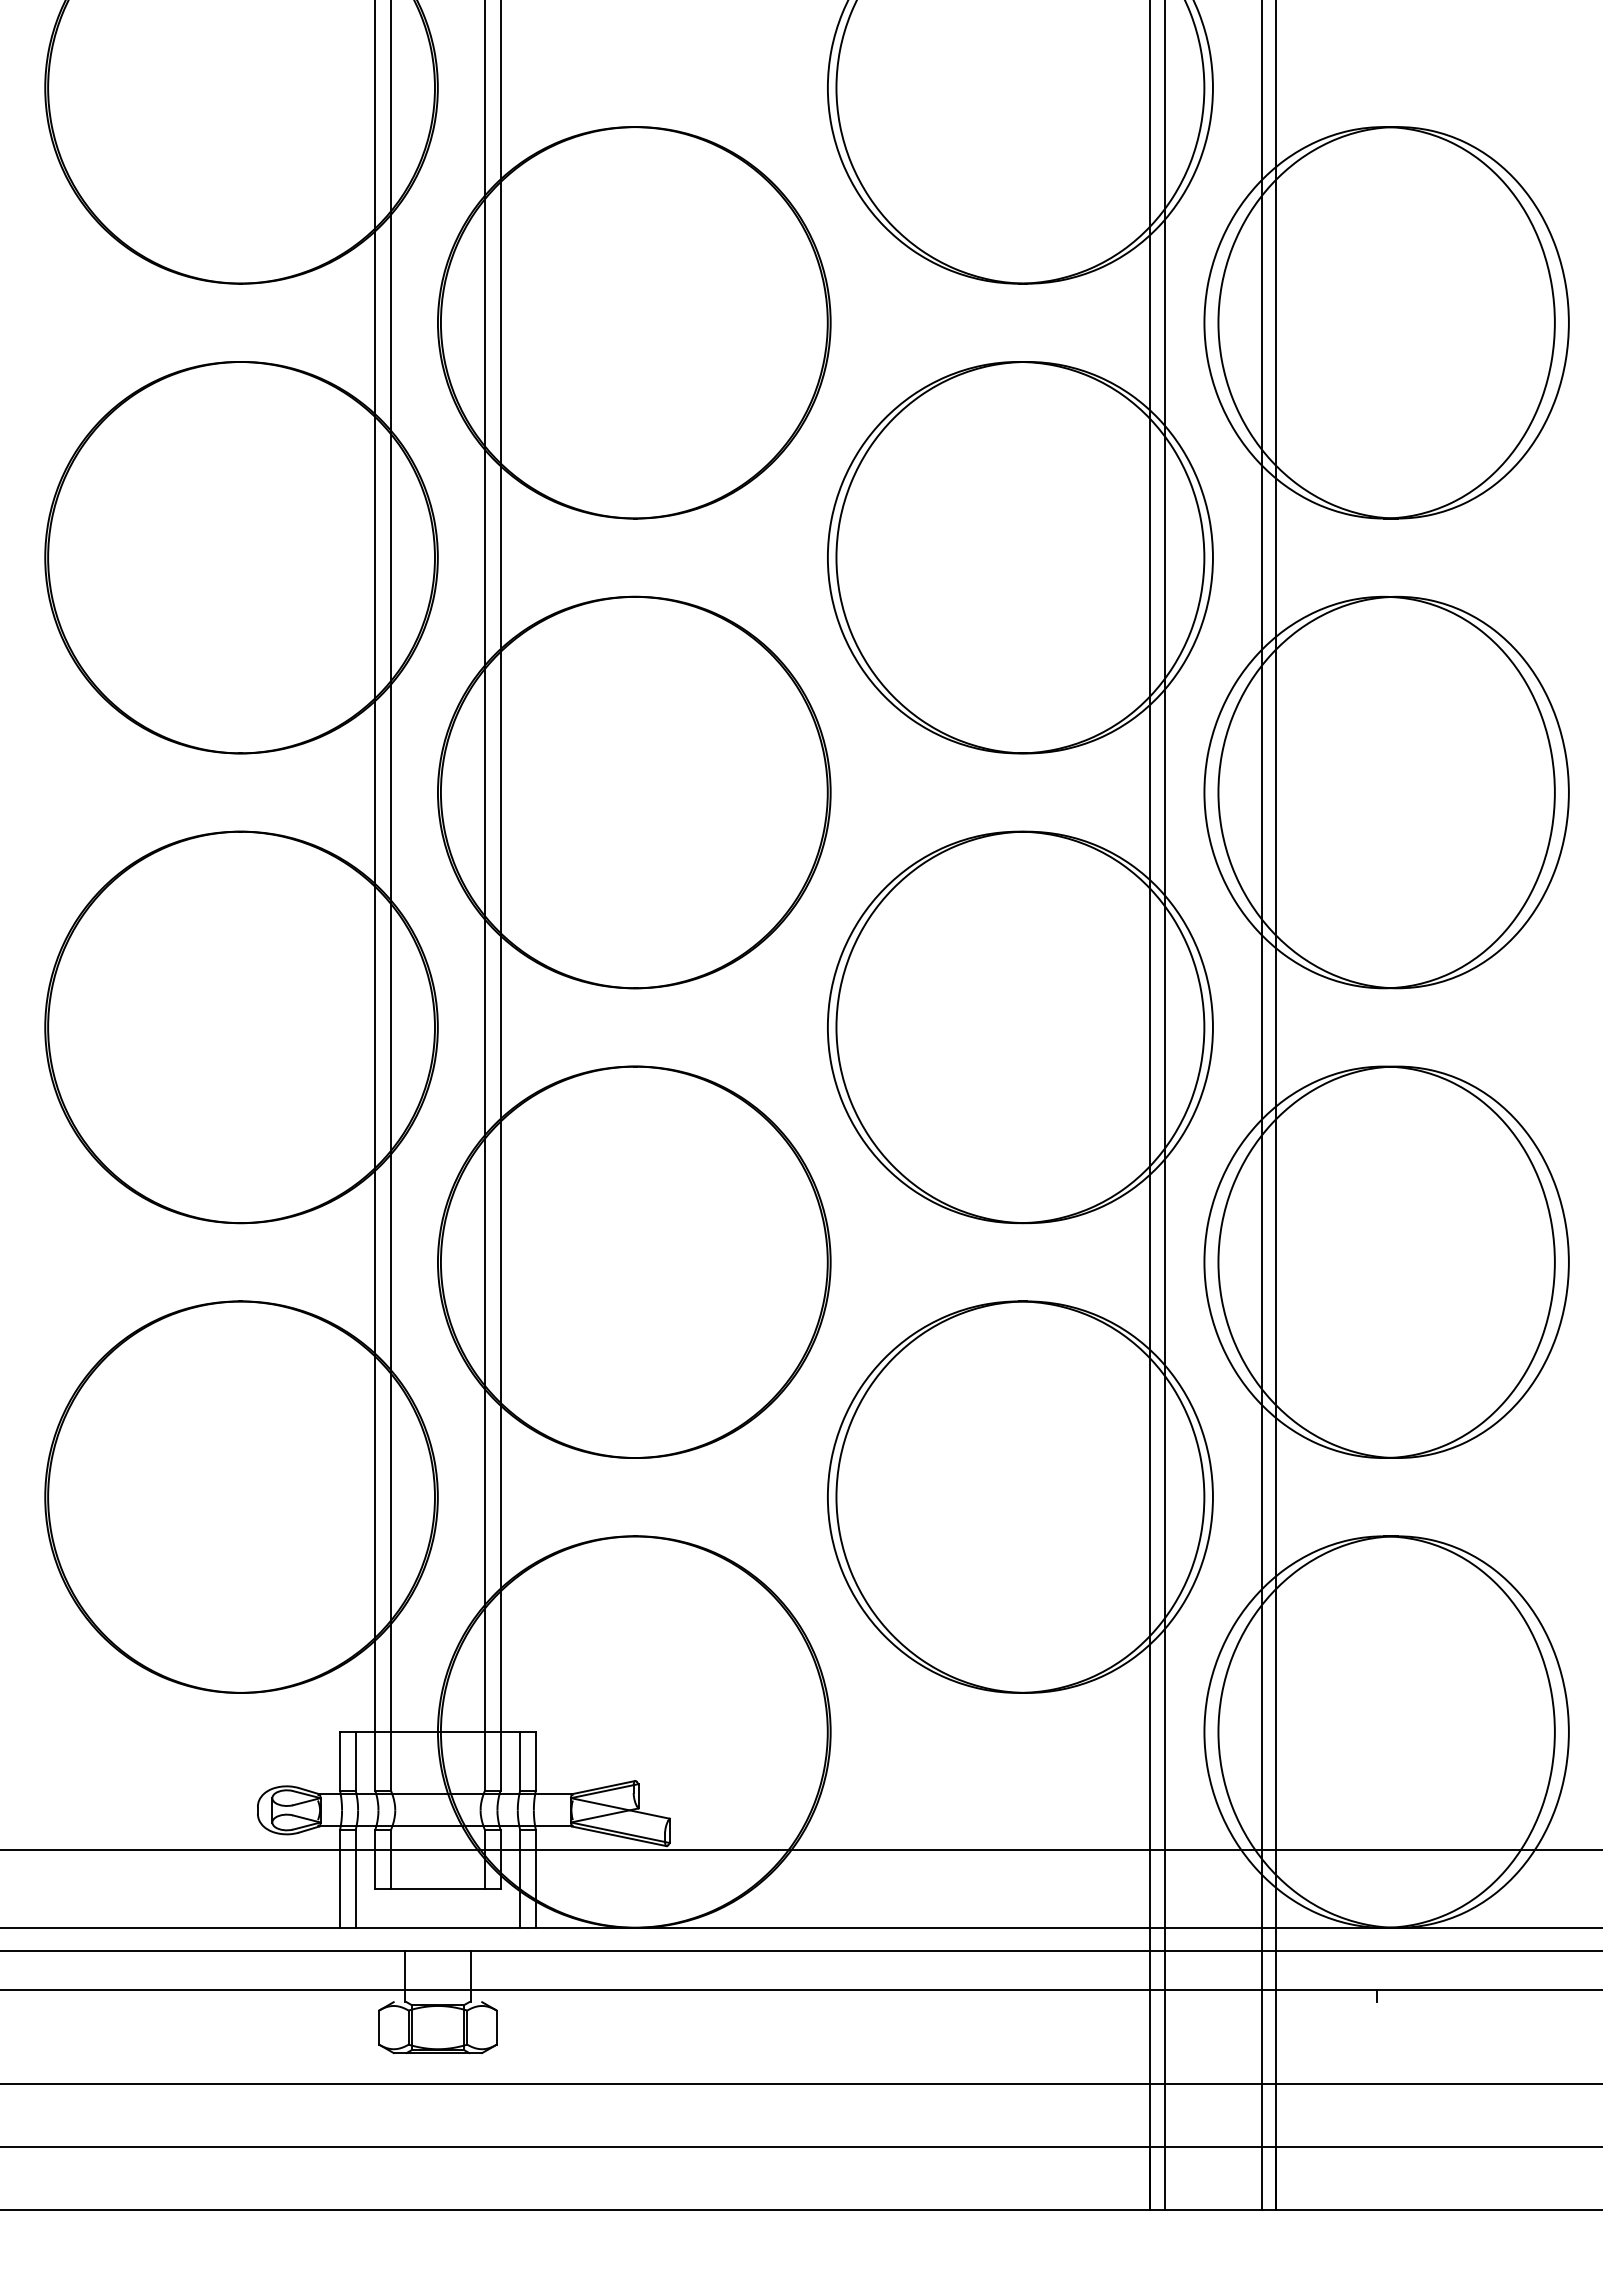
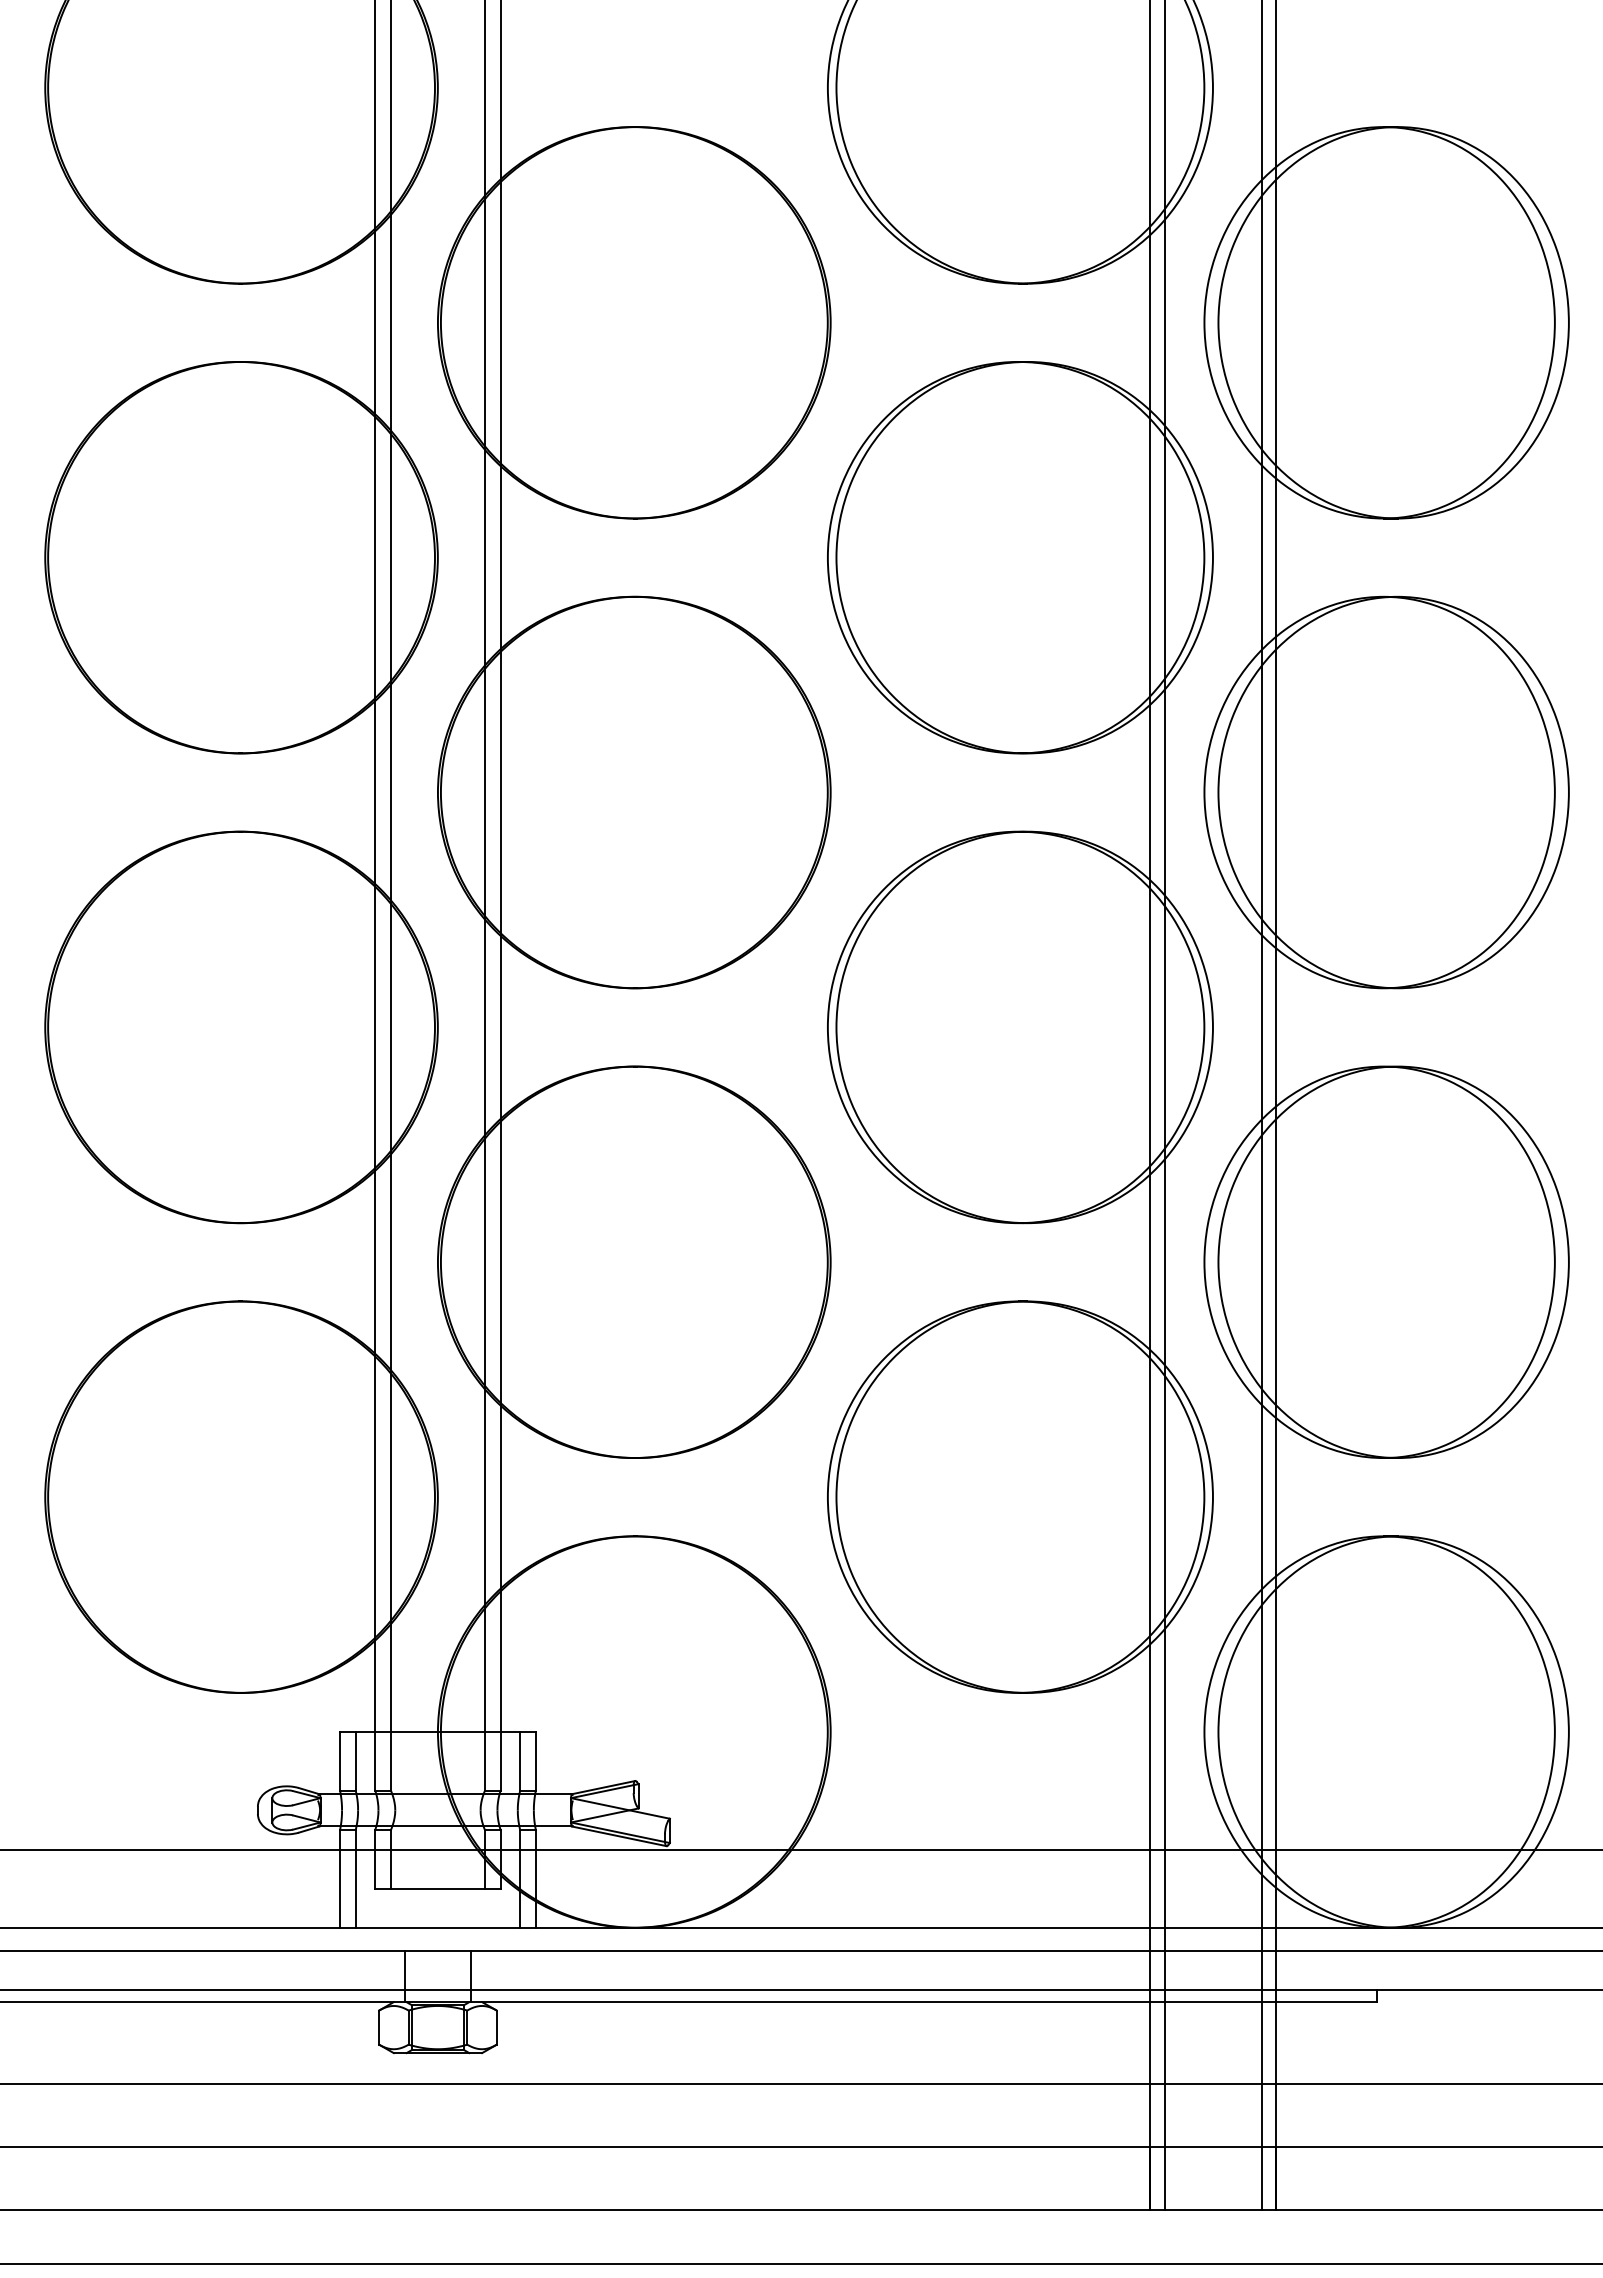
line at (689, 2002): none -> present
line at (800, 2264): none -> present
